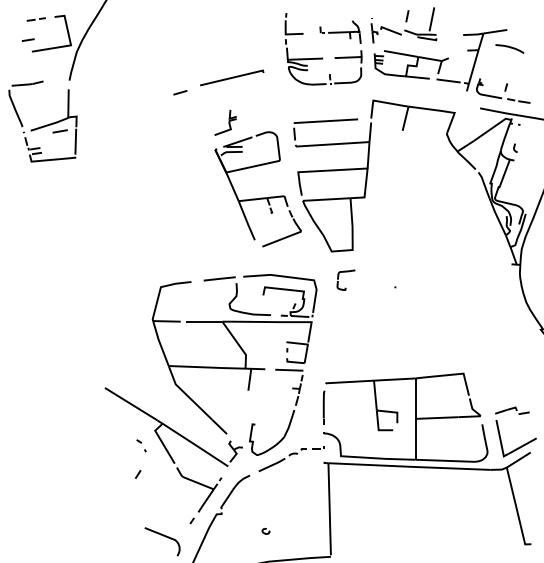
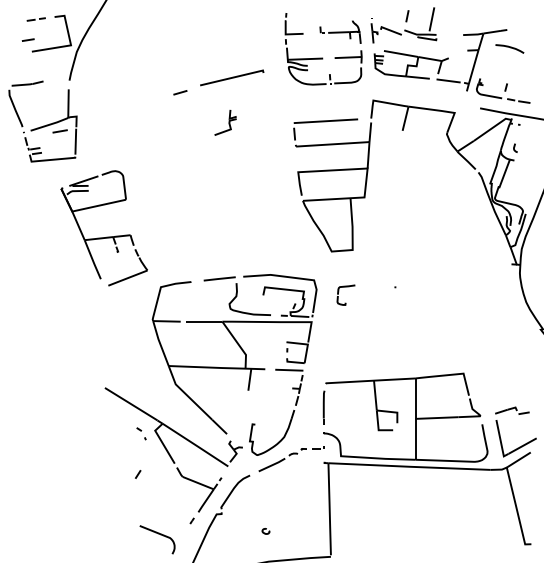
part at (260, 197) position: (260, 197) -> (106, 236)
part at (339, 276) position: (339, 276) -> (339, 291)
part at (141, 445) position: (141, 445) -> (141, 433)
curve at (165, 537) position: (165, 537) -> (160, 535)
